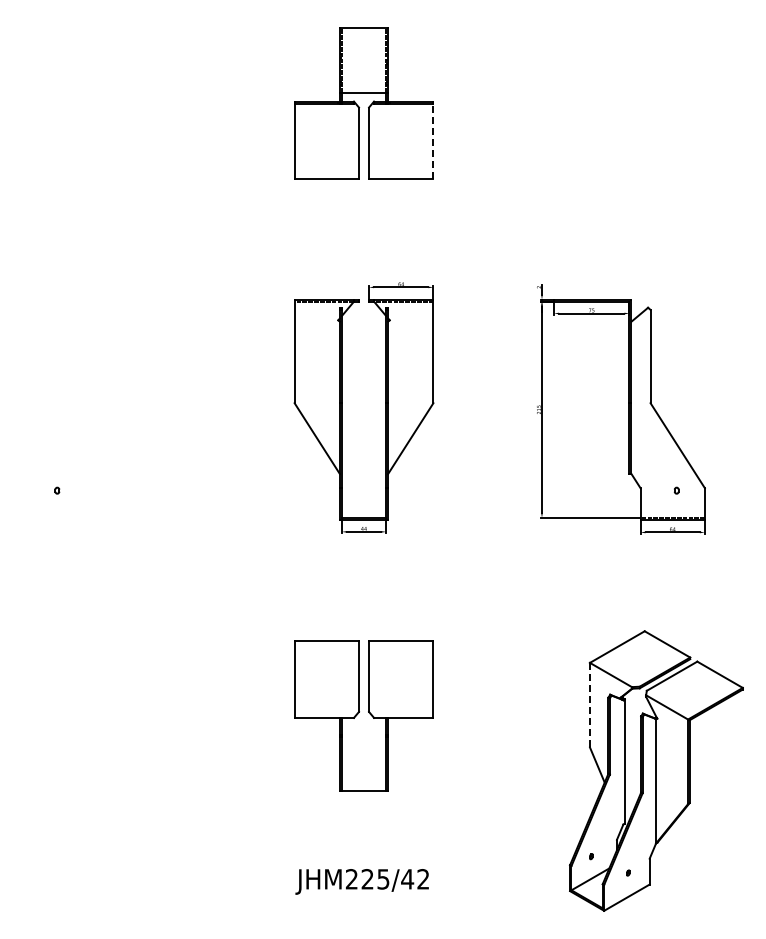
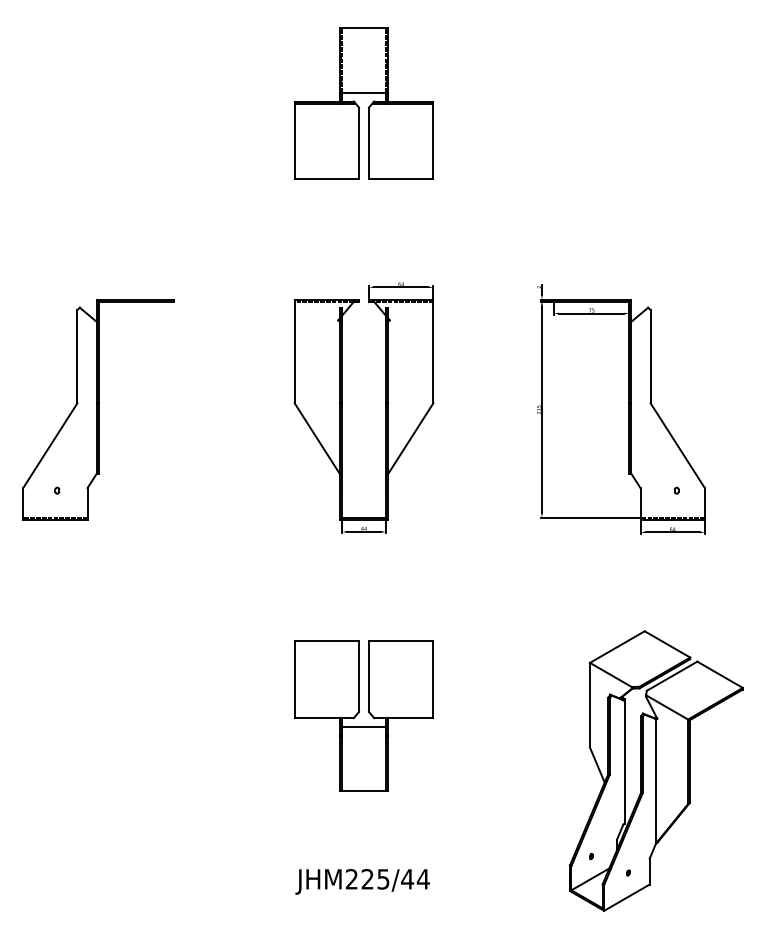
line at (433, 141): dashed -> solid
part at (98, 409): none -> present
line at (589, 704): dashed -> solid
line at (363, 726): none -> present
text at (422, 879): JHM225/42 -> JHM225/44
